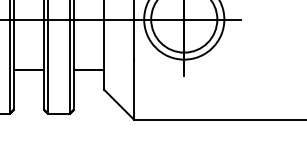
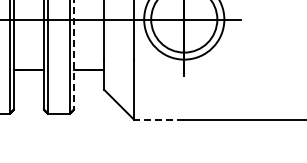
line at (74, 54): solid -> dashed
line at (158, 119): solid -> dashed
